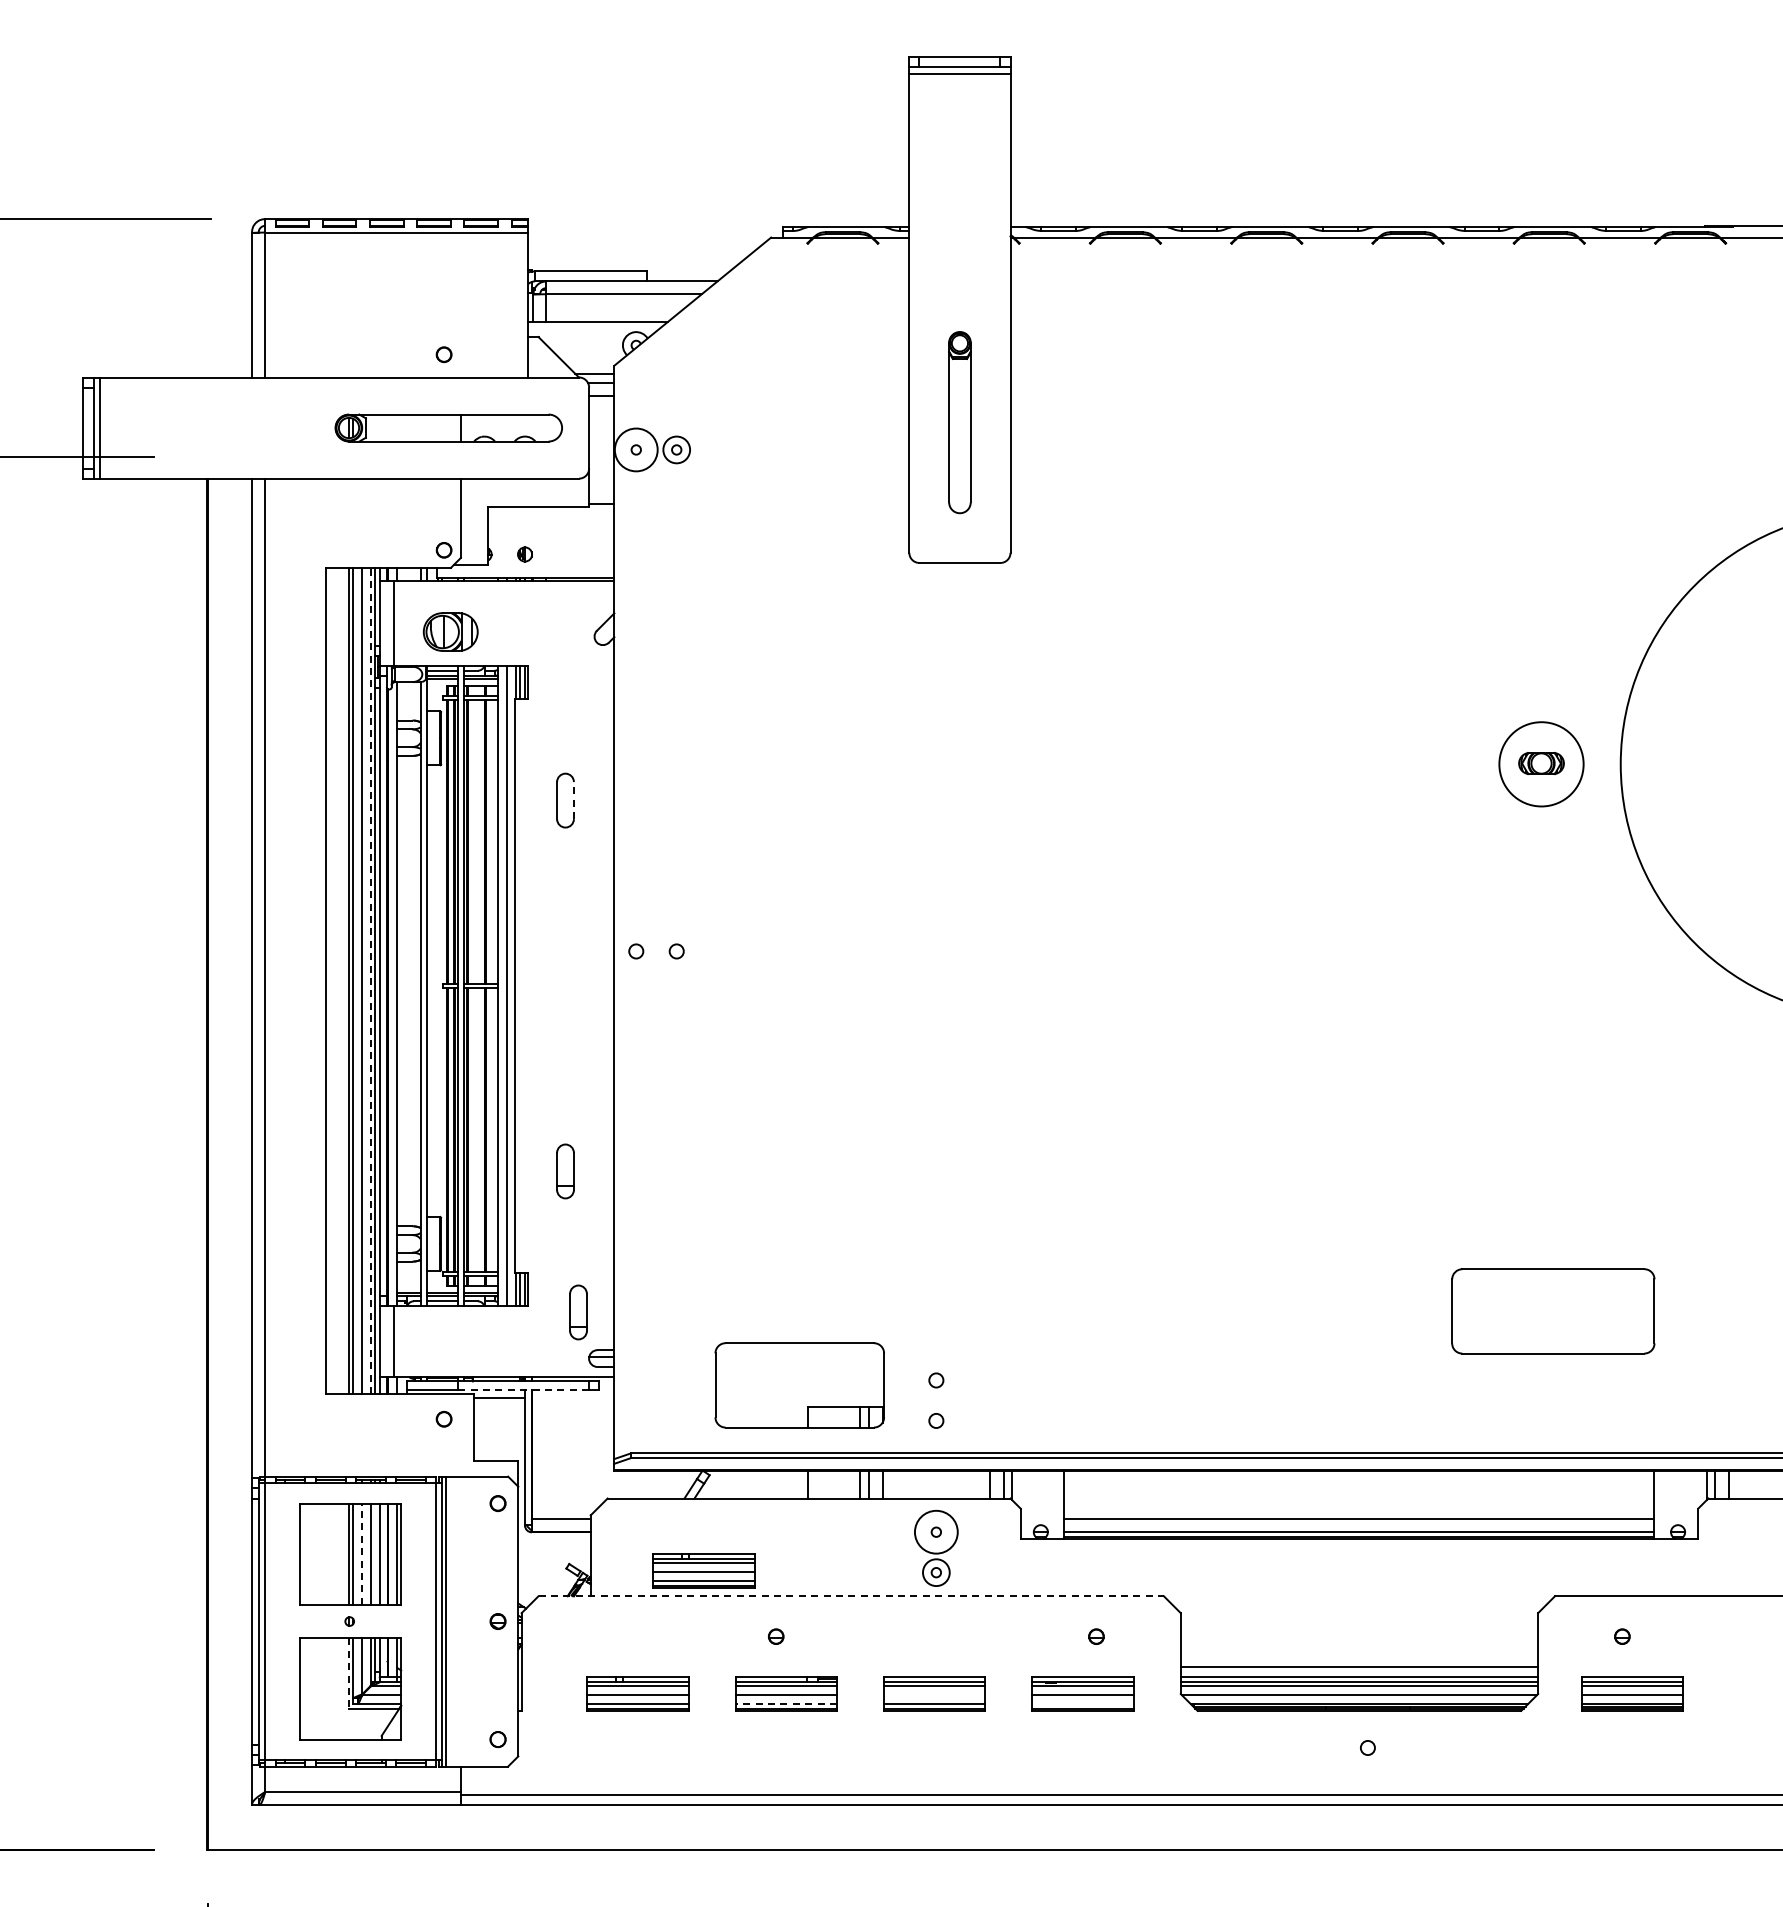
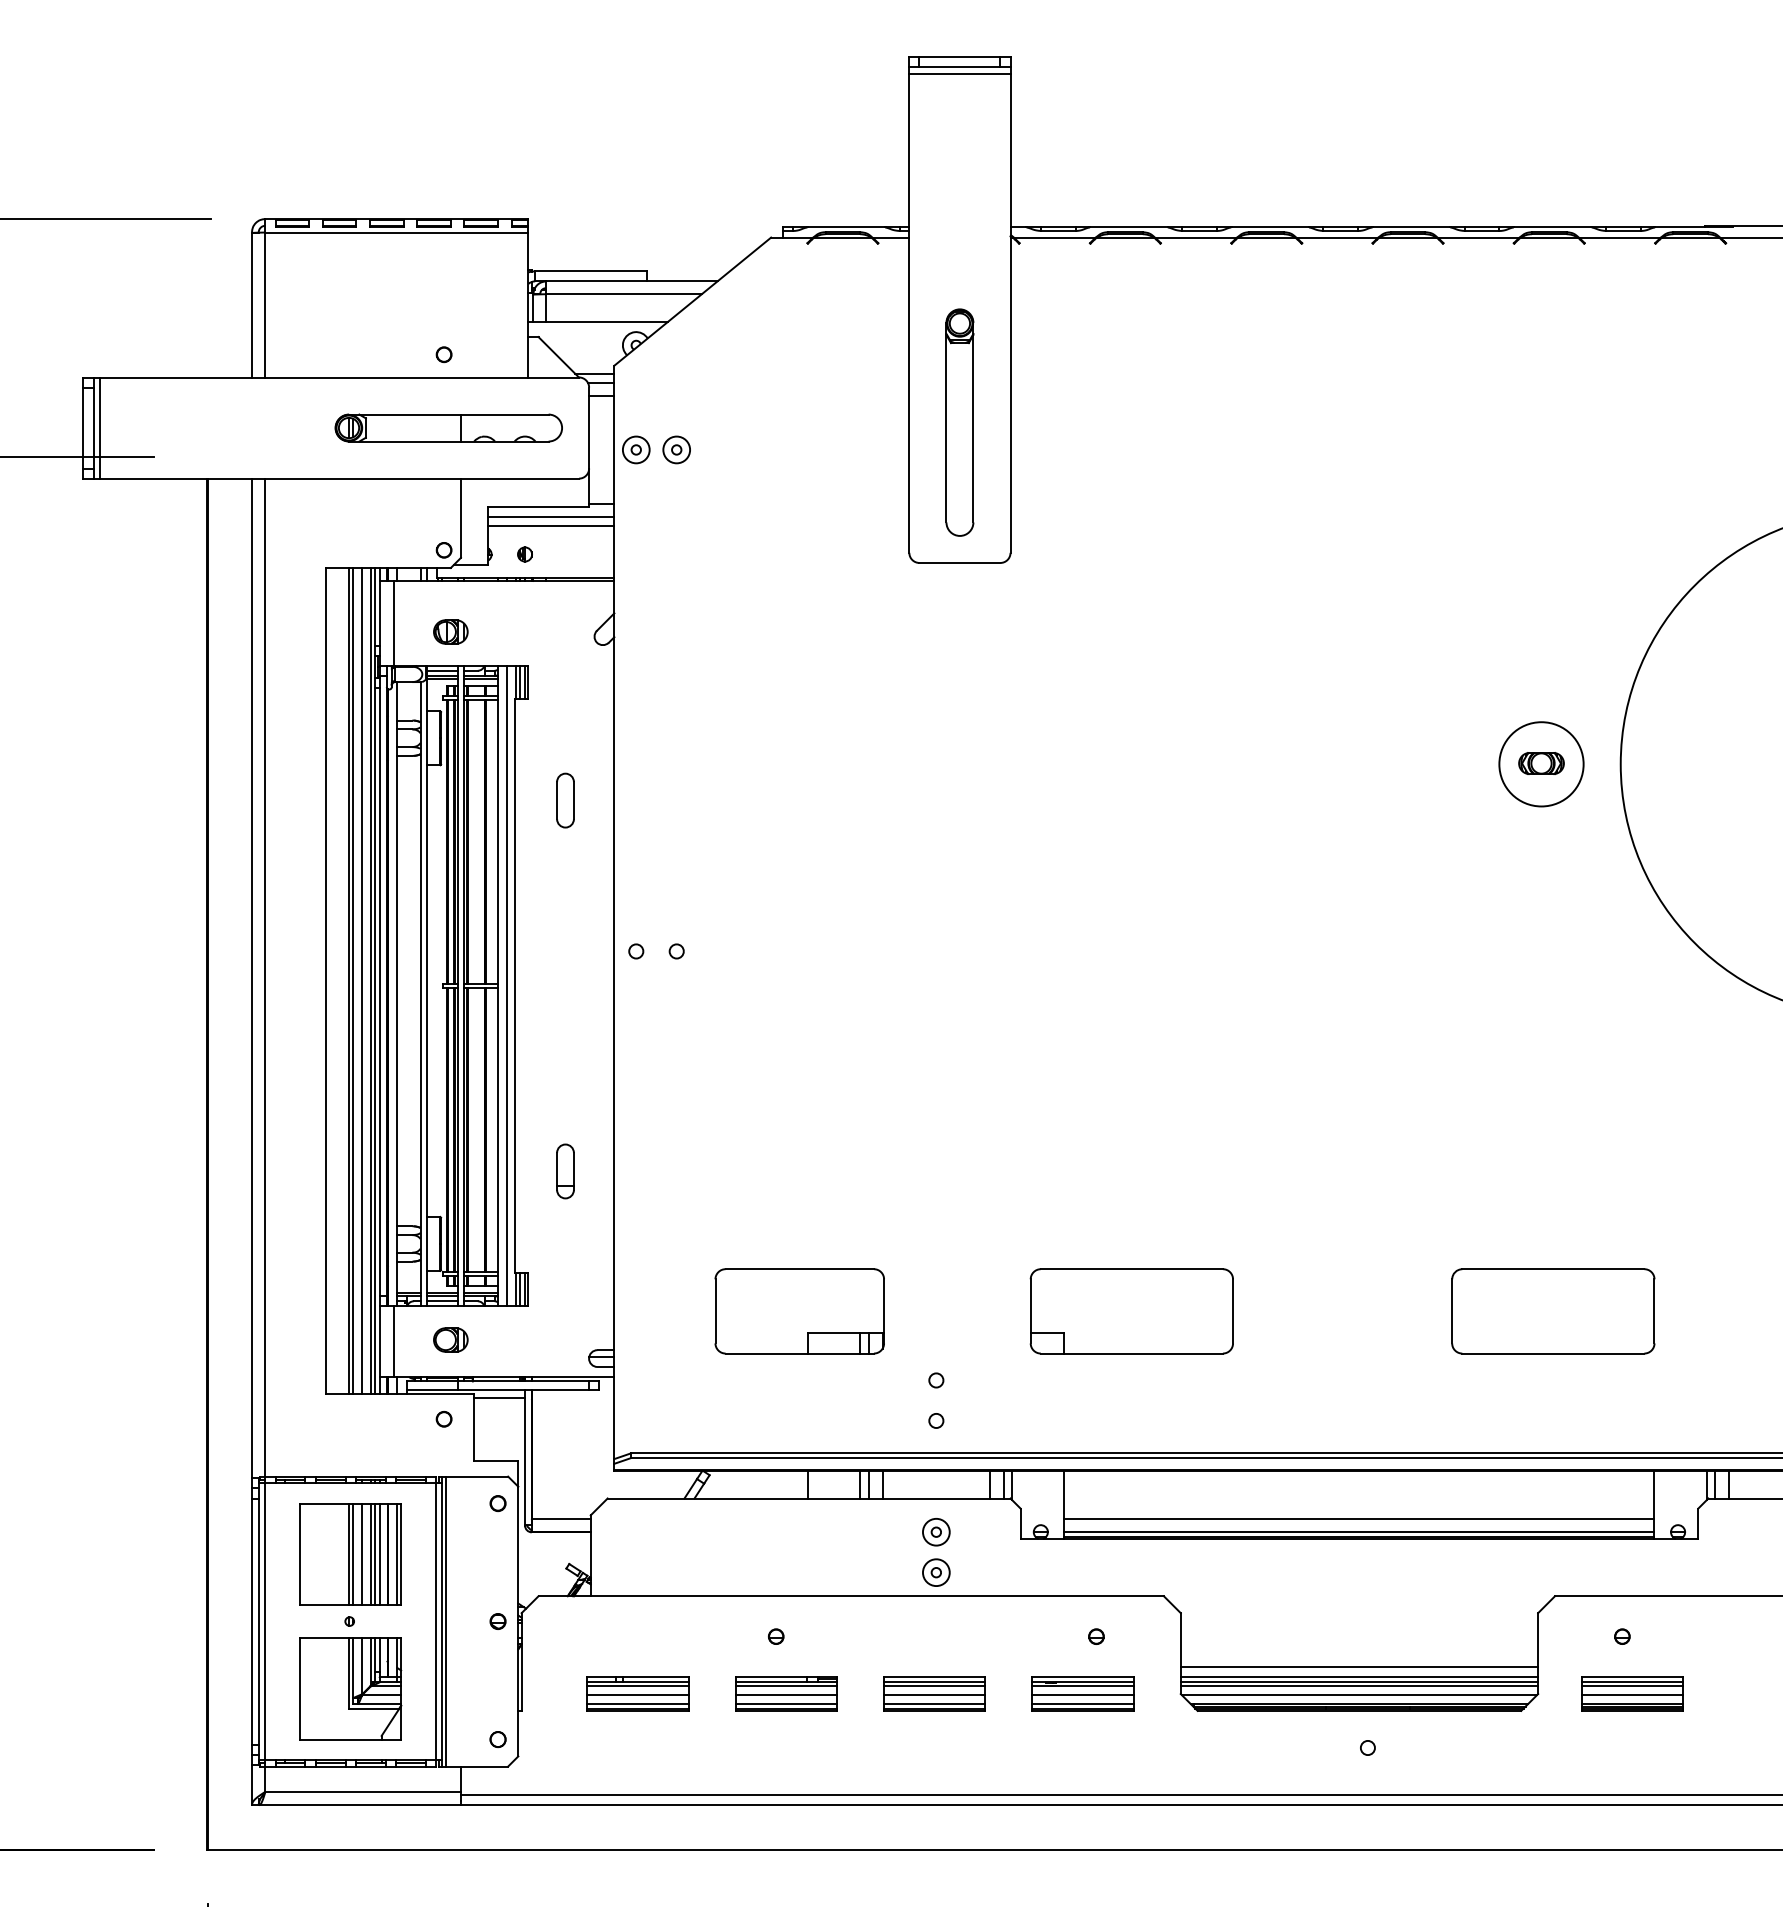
part at (959, 422) size: 24x184 px -> 30x229 px
circle at (635, 449) diameter: 43 px -> 27 px
line at (550, 517): none -> present
line at (550, 526): none -> present
part at (450, 631) size: 57x40 px -> 36x26 px
line at (573, 800): dashed -> solid
line at (370, 980): dashed -> solid
part at (1131, 1311): none -> present
part at (578, 1312): present -> none
part at (450, 1339): none -> present
part at (799, 1385) position: (799, 1385) -> (799, 1311)
line at (523, 1389): dashed -> solid
circle at (935, 1531) diameter: 43 px -> 27 px
line at (374, 1553): none -> present
line at (362, 1554): dashed -> solid
part at (703, 1570): present -> none
line at (851, 1596): dashed -> solid
line at (348, 1673): dashed -> solid
line at (934, 1694): none -> present
line at (786, 1704): dashed -> solid
line at (1082, 1704): none -> present
